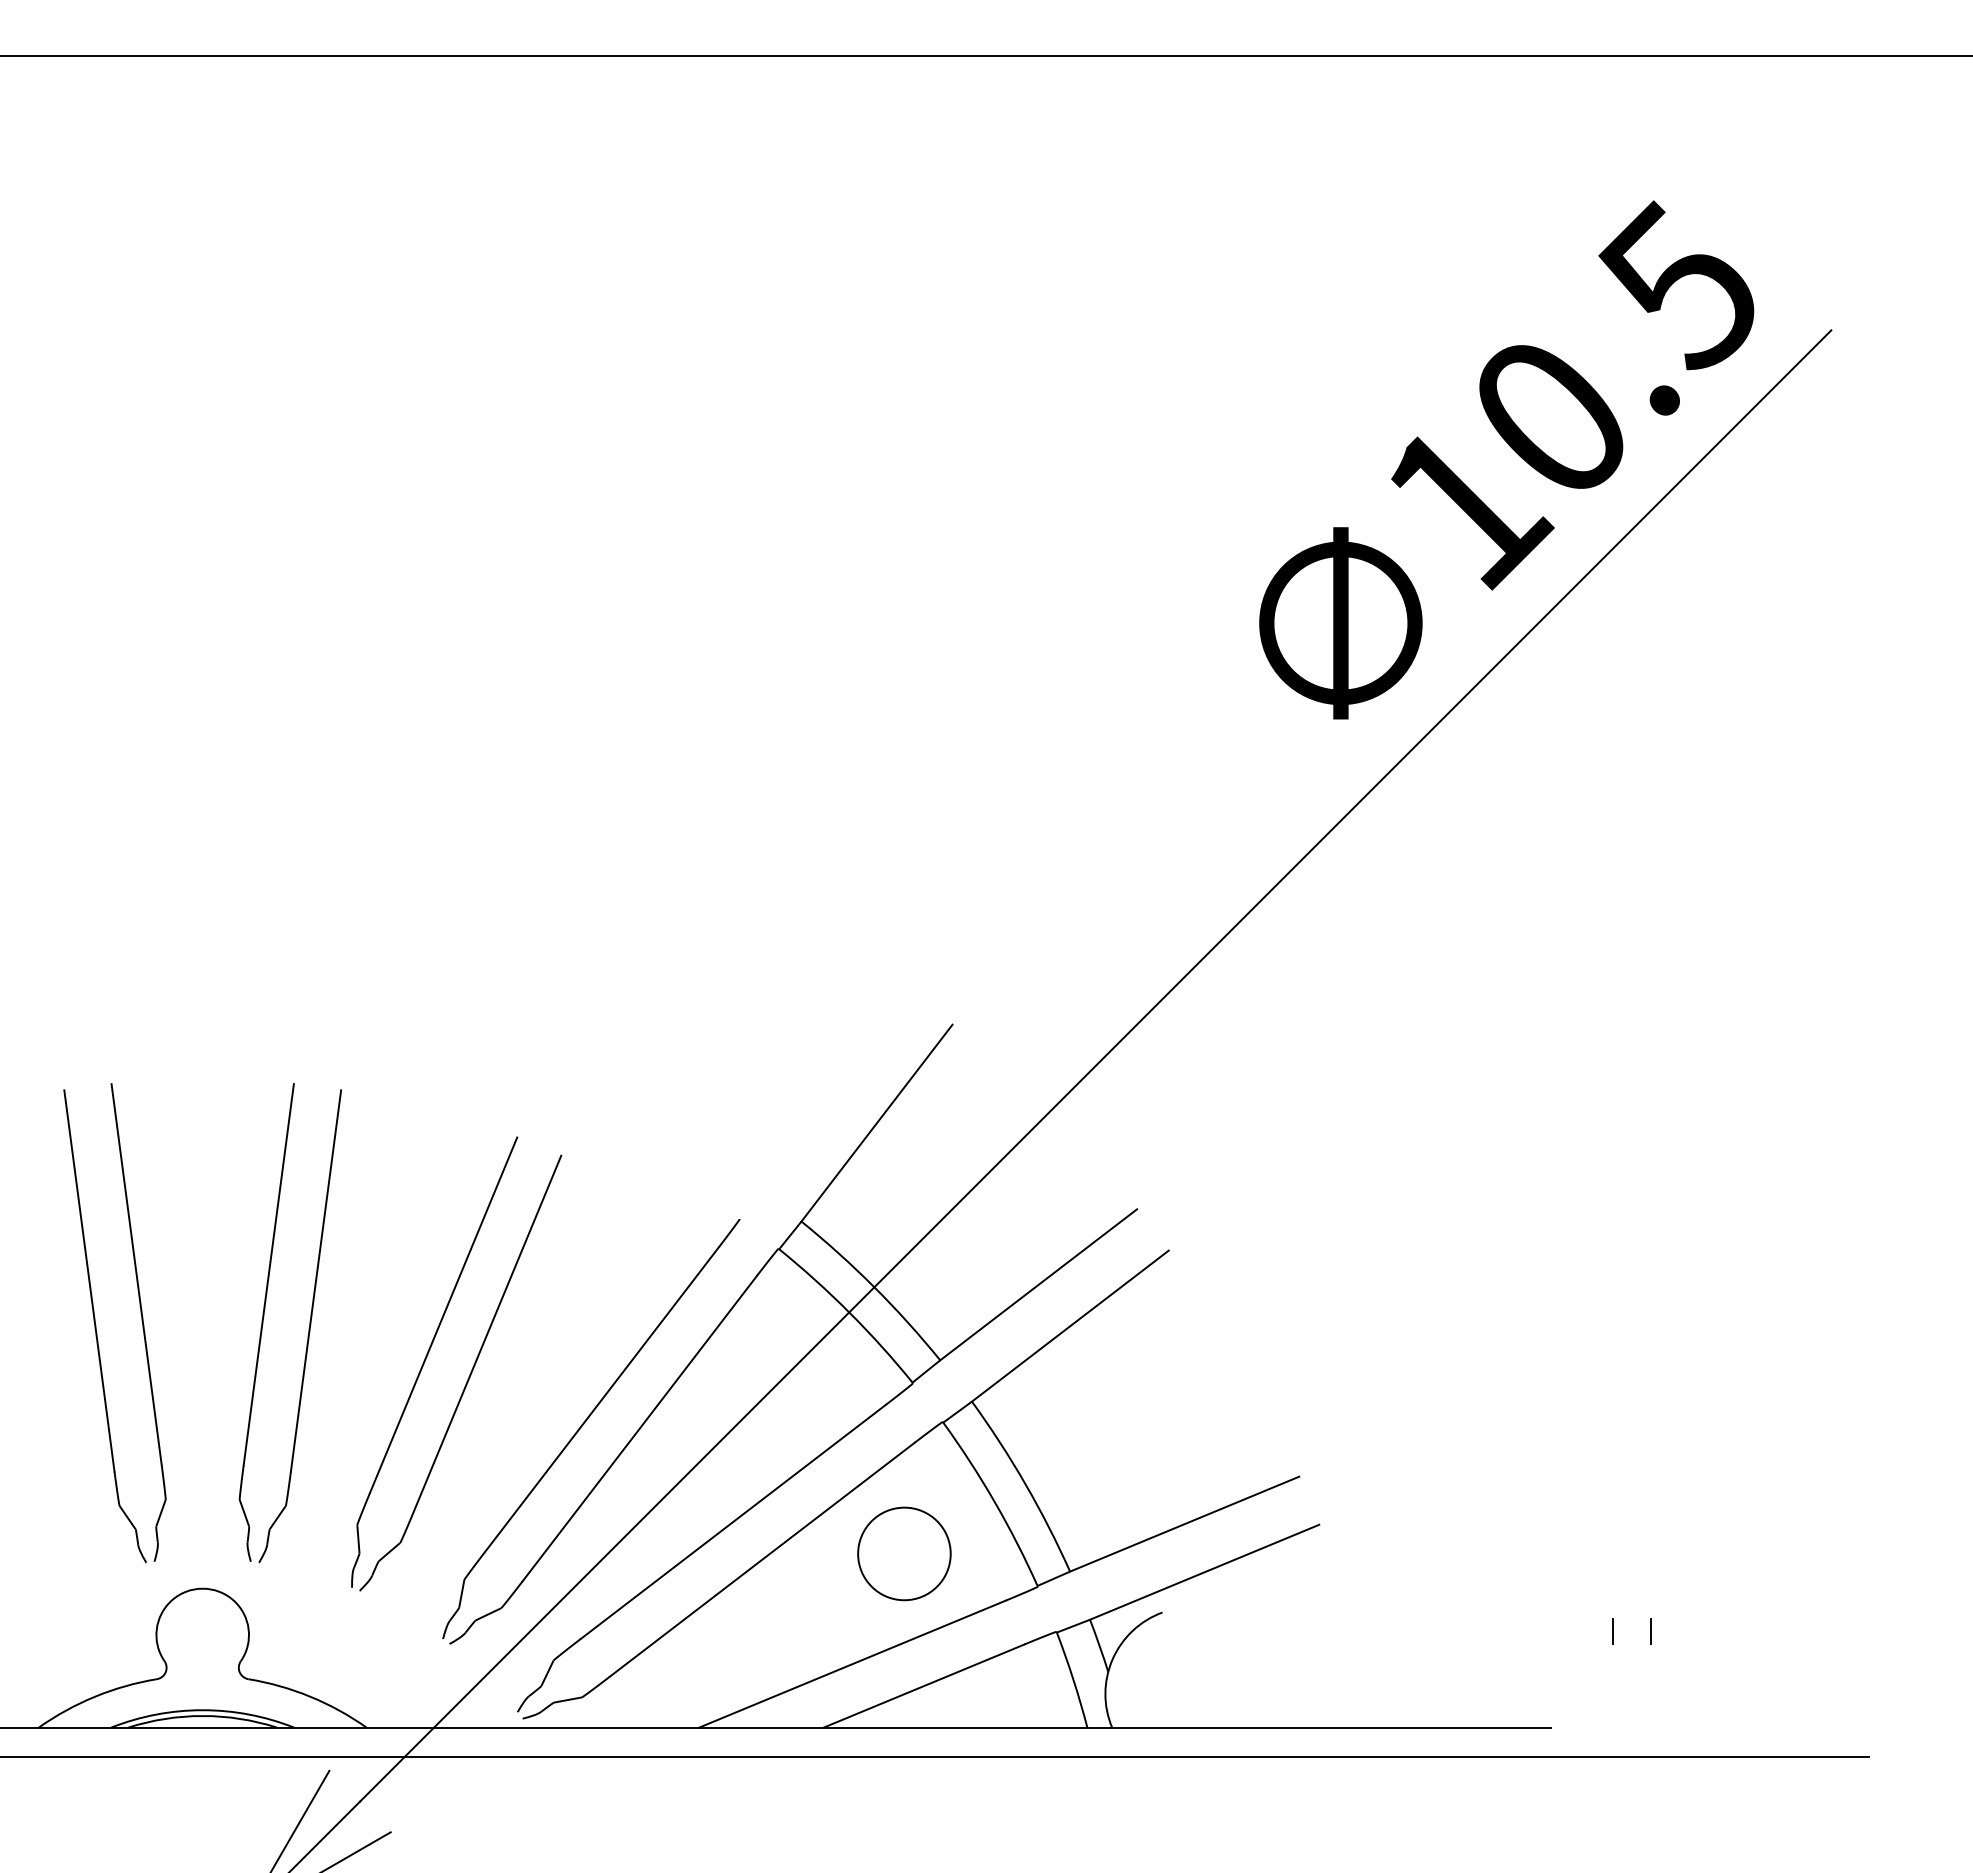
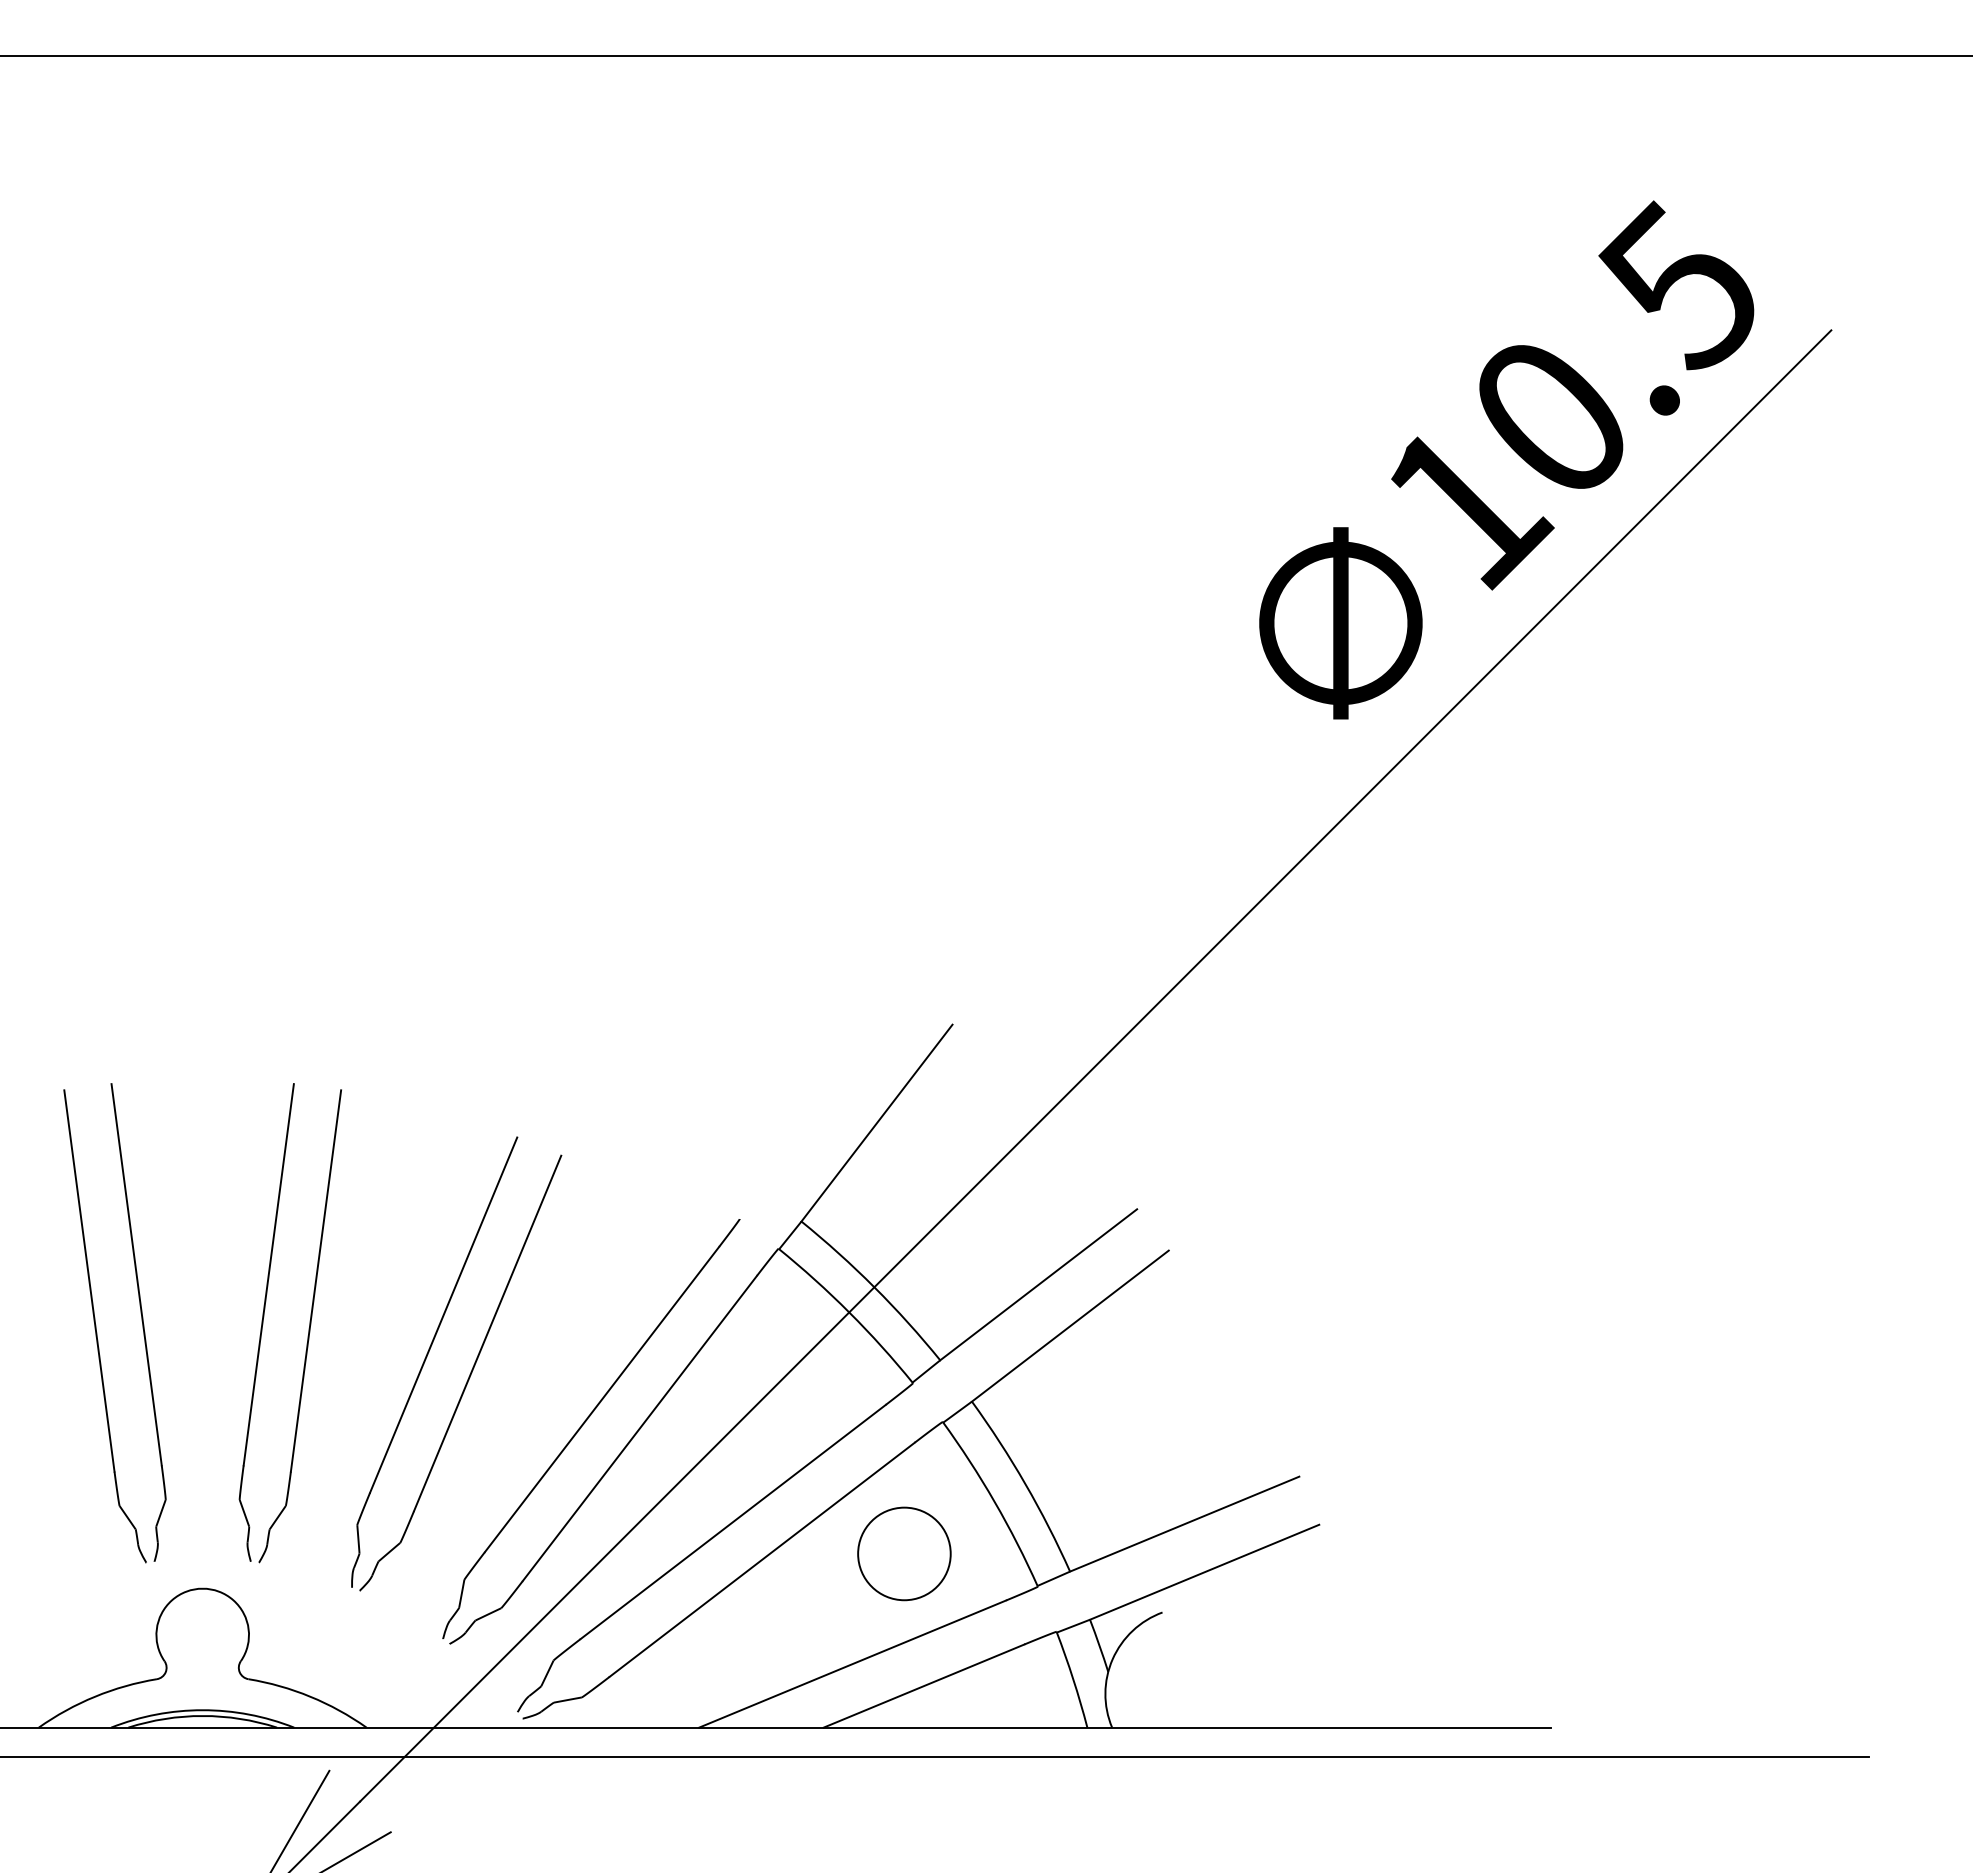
line at (1612, 1631): present -> none
line at (1651, 1631): present -> none
